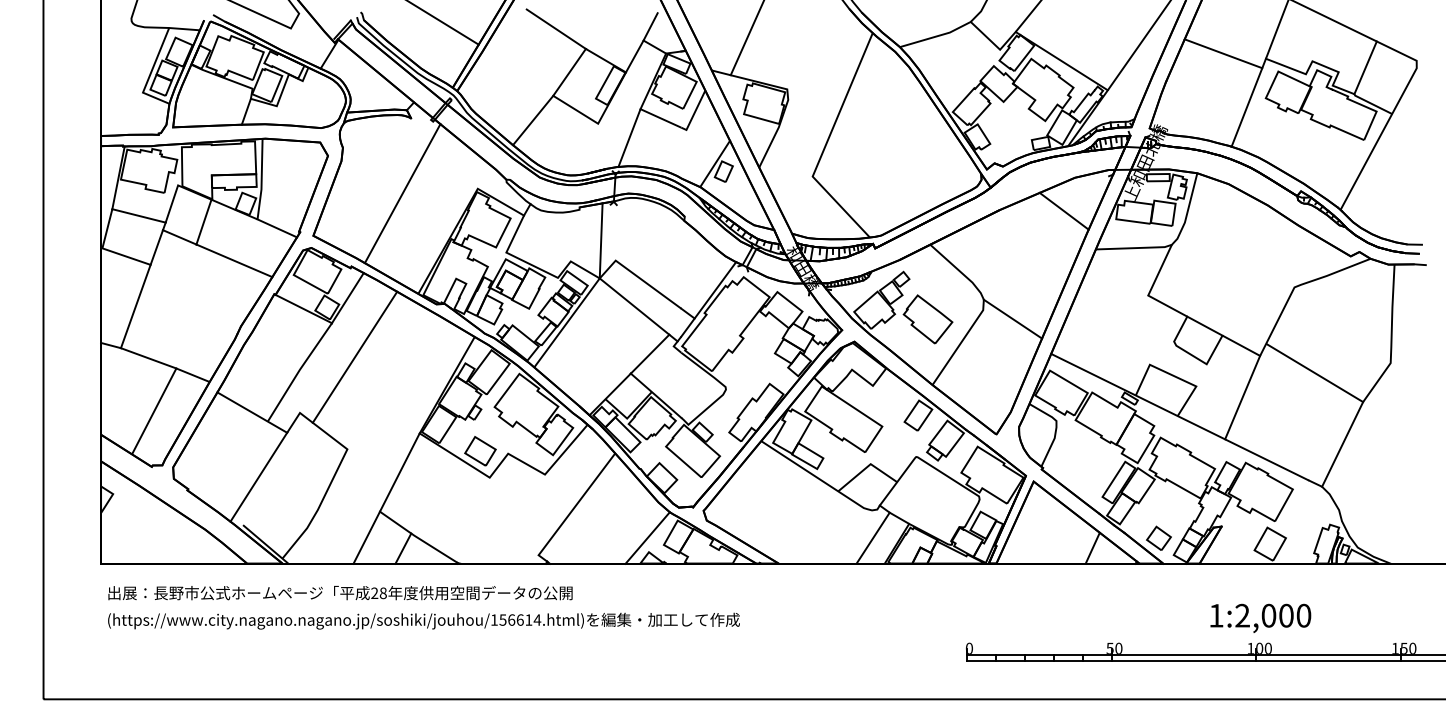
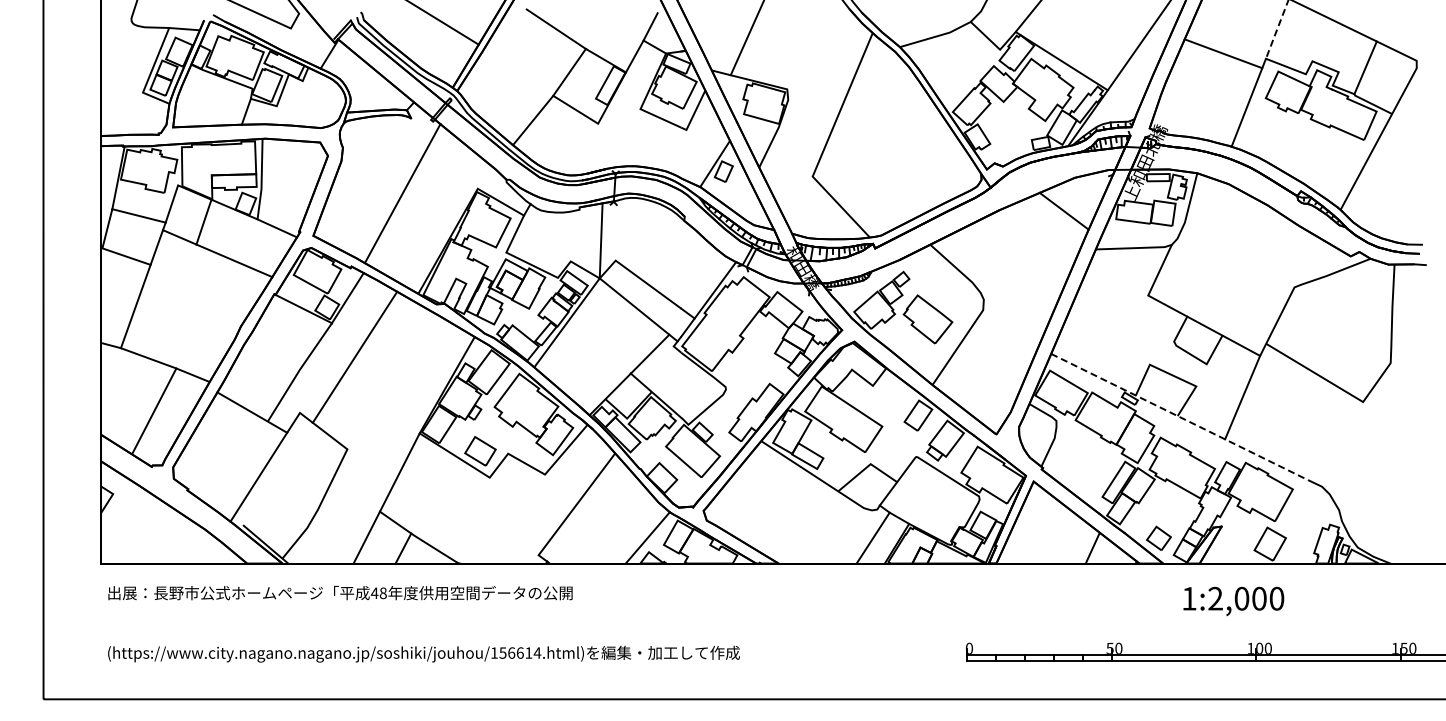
line at (1276, 30): solid -> dashed
line at (629, 137): present -> none
line at (1012, 318): present -> none
line at (1180, 417): solid -> dashed
line at (1342, 444): present -> none
text at (374, 592): 28 -> 48
text at (1260, 617) position: (1260, 617) -> (1233, 600)
text at (423, 620) position: (423, 620) -> (423, 653)
